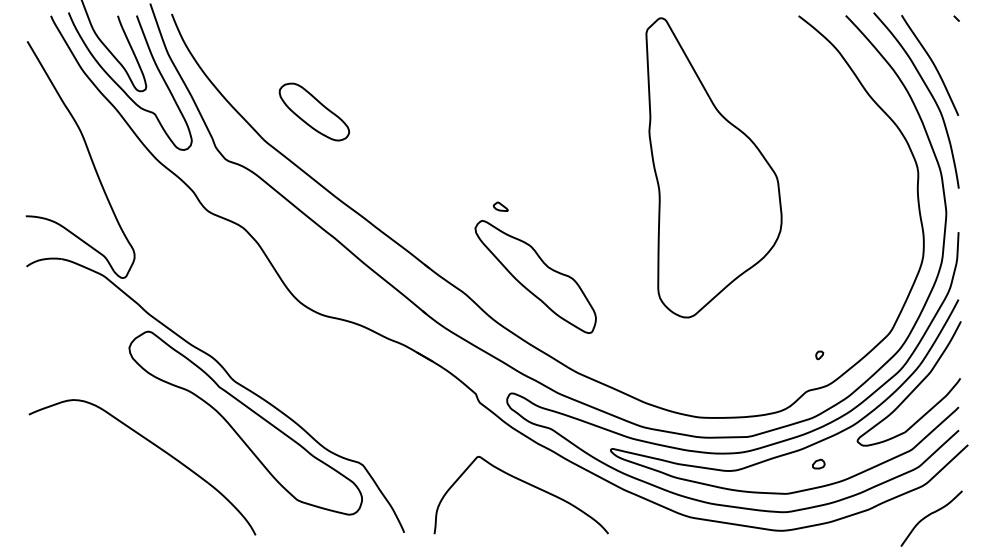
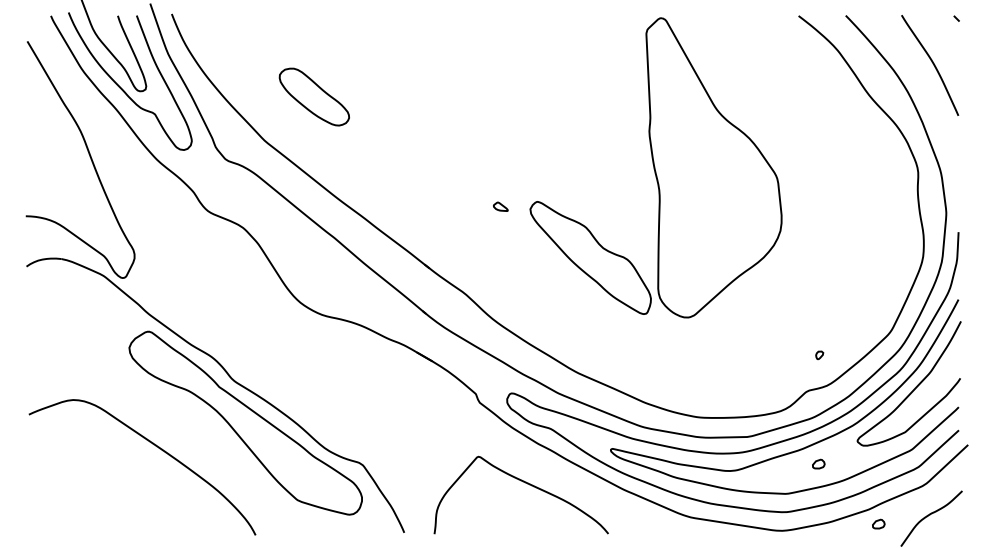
curve at (929, 93): present -> none
part at (313, 111) position: (313, 111) -> (313, 96)
part at (535, 276) position: (535, 276) -> (590, 257)
part at (878, 523): none -> present
